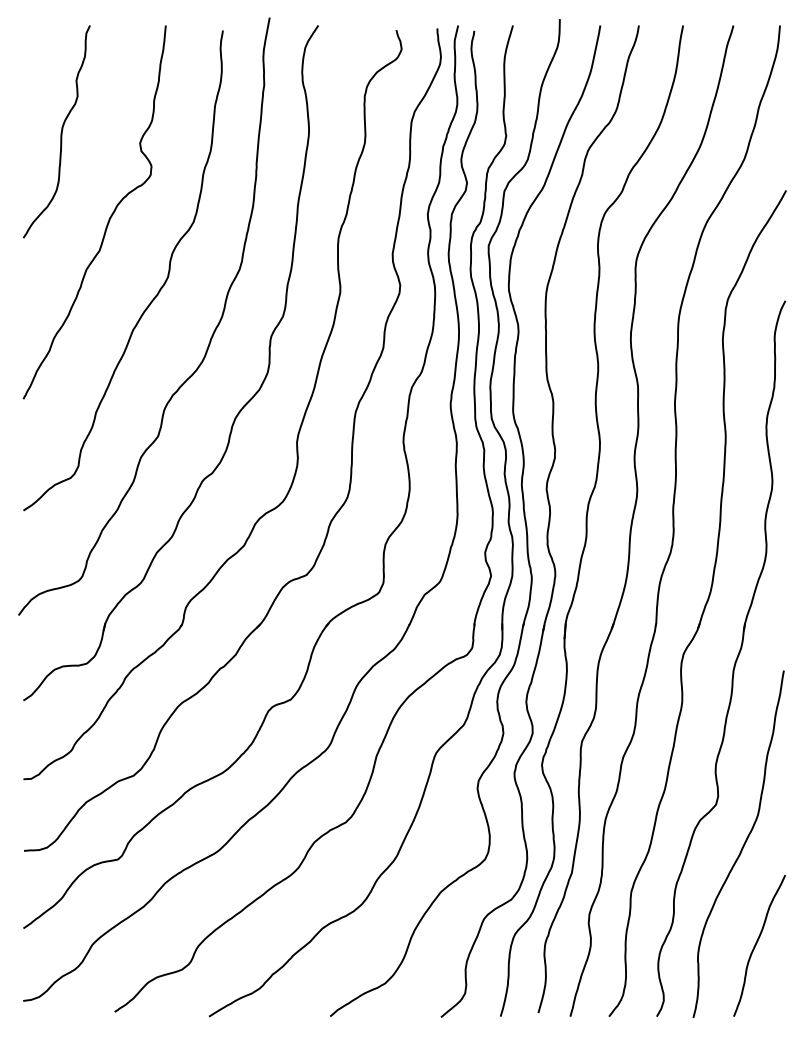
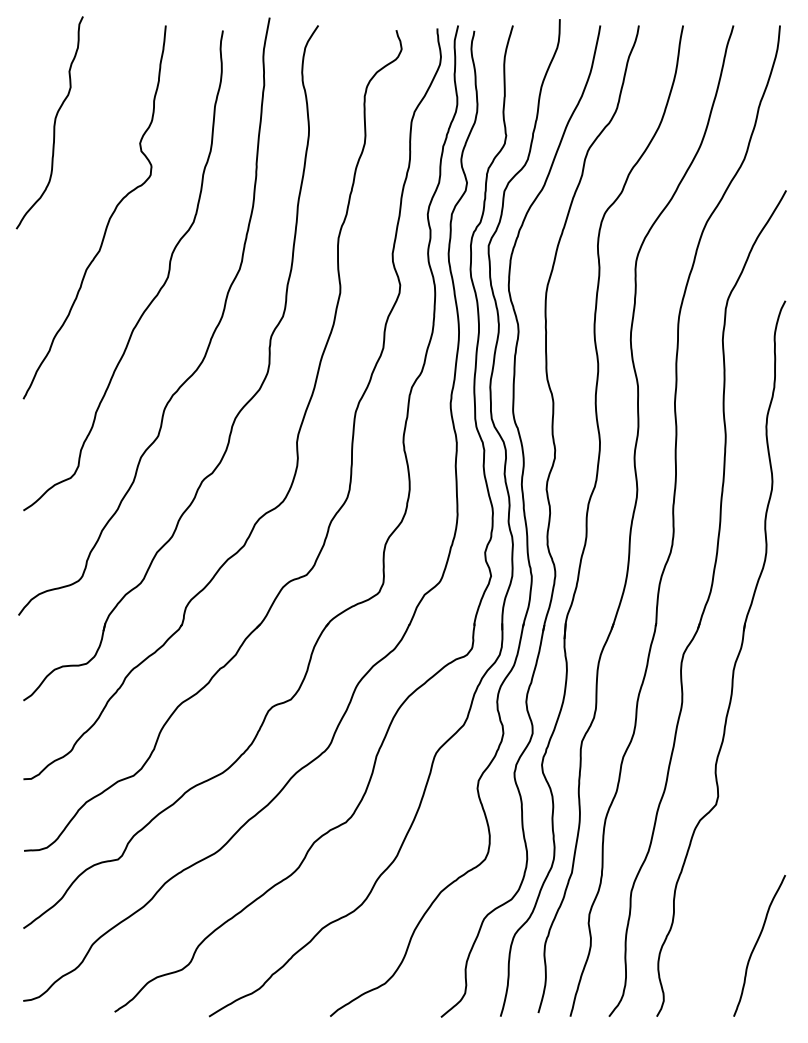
curve at (60, 132) position: (60, 132) -> (53, 123)
curve at (742, 845): present -> none
